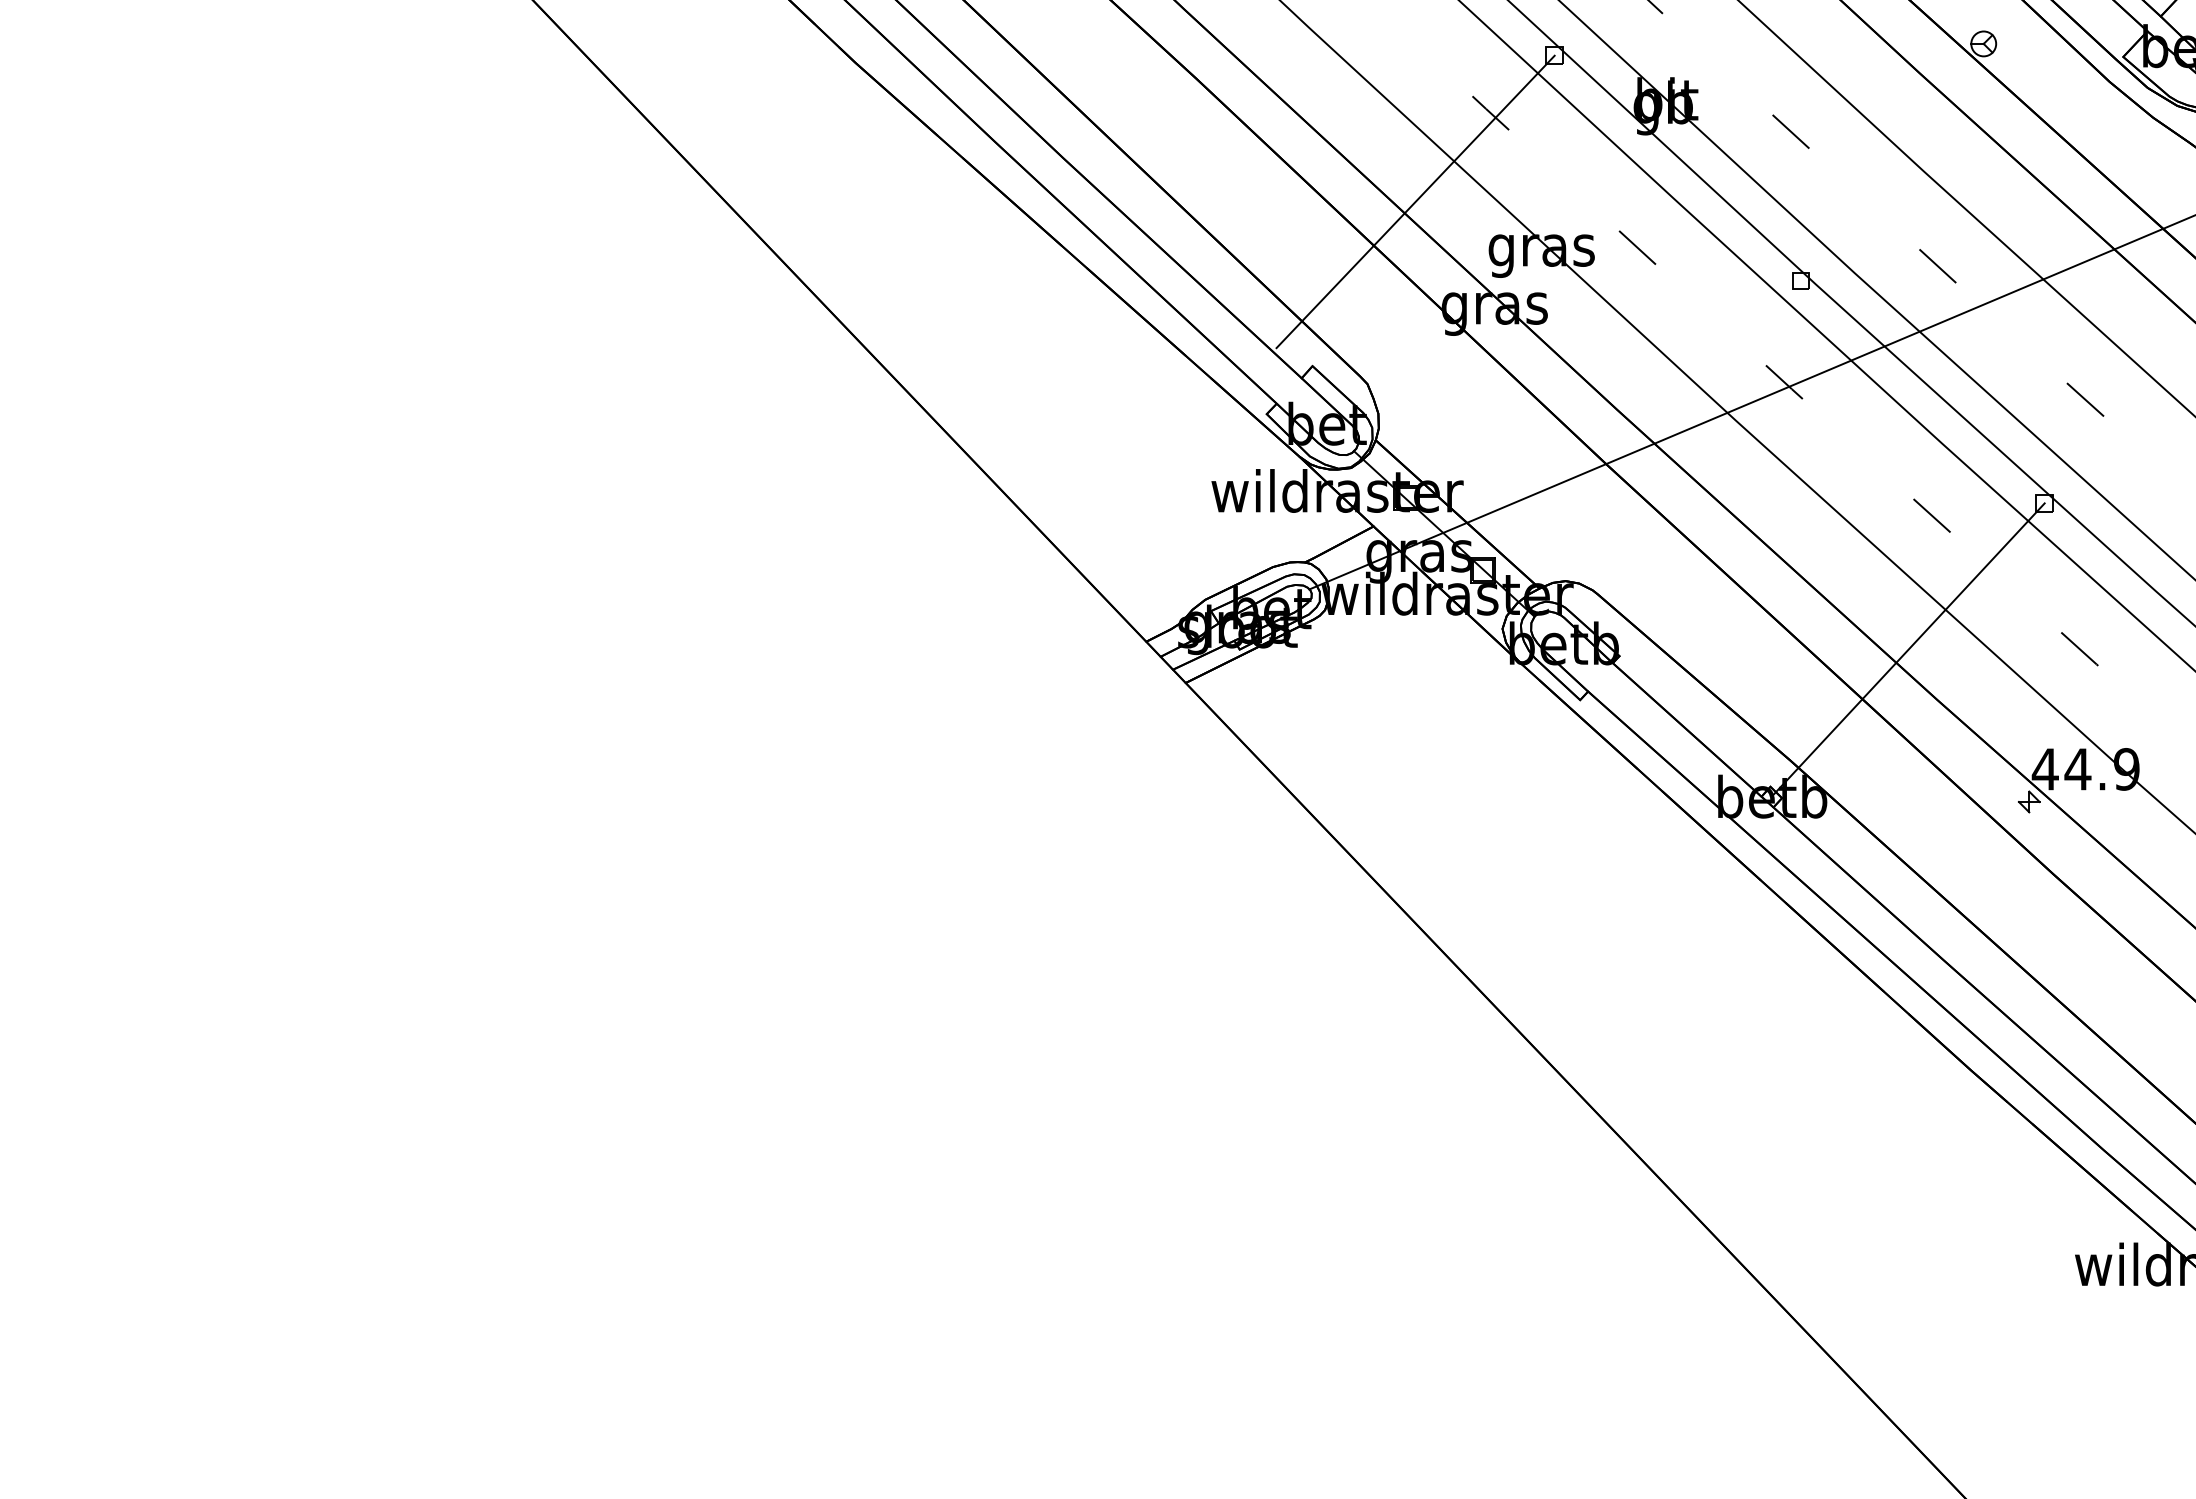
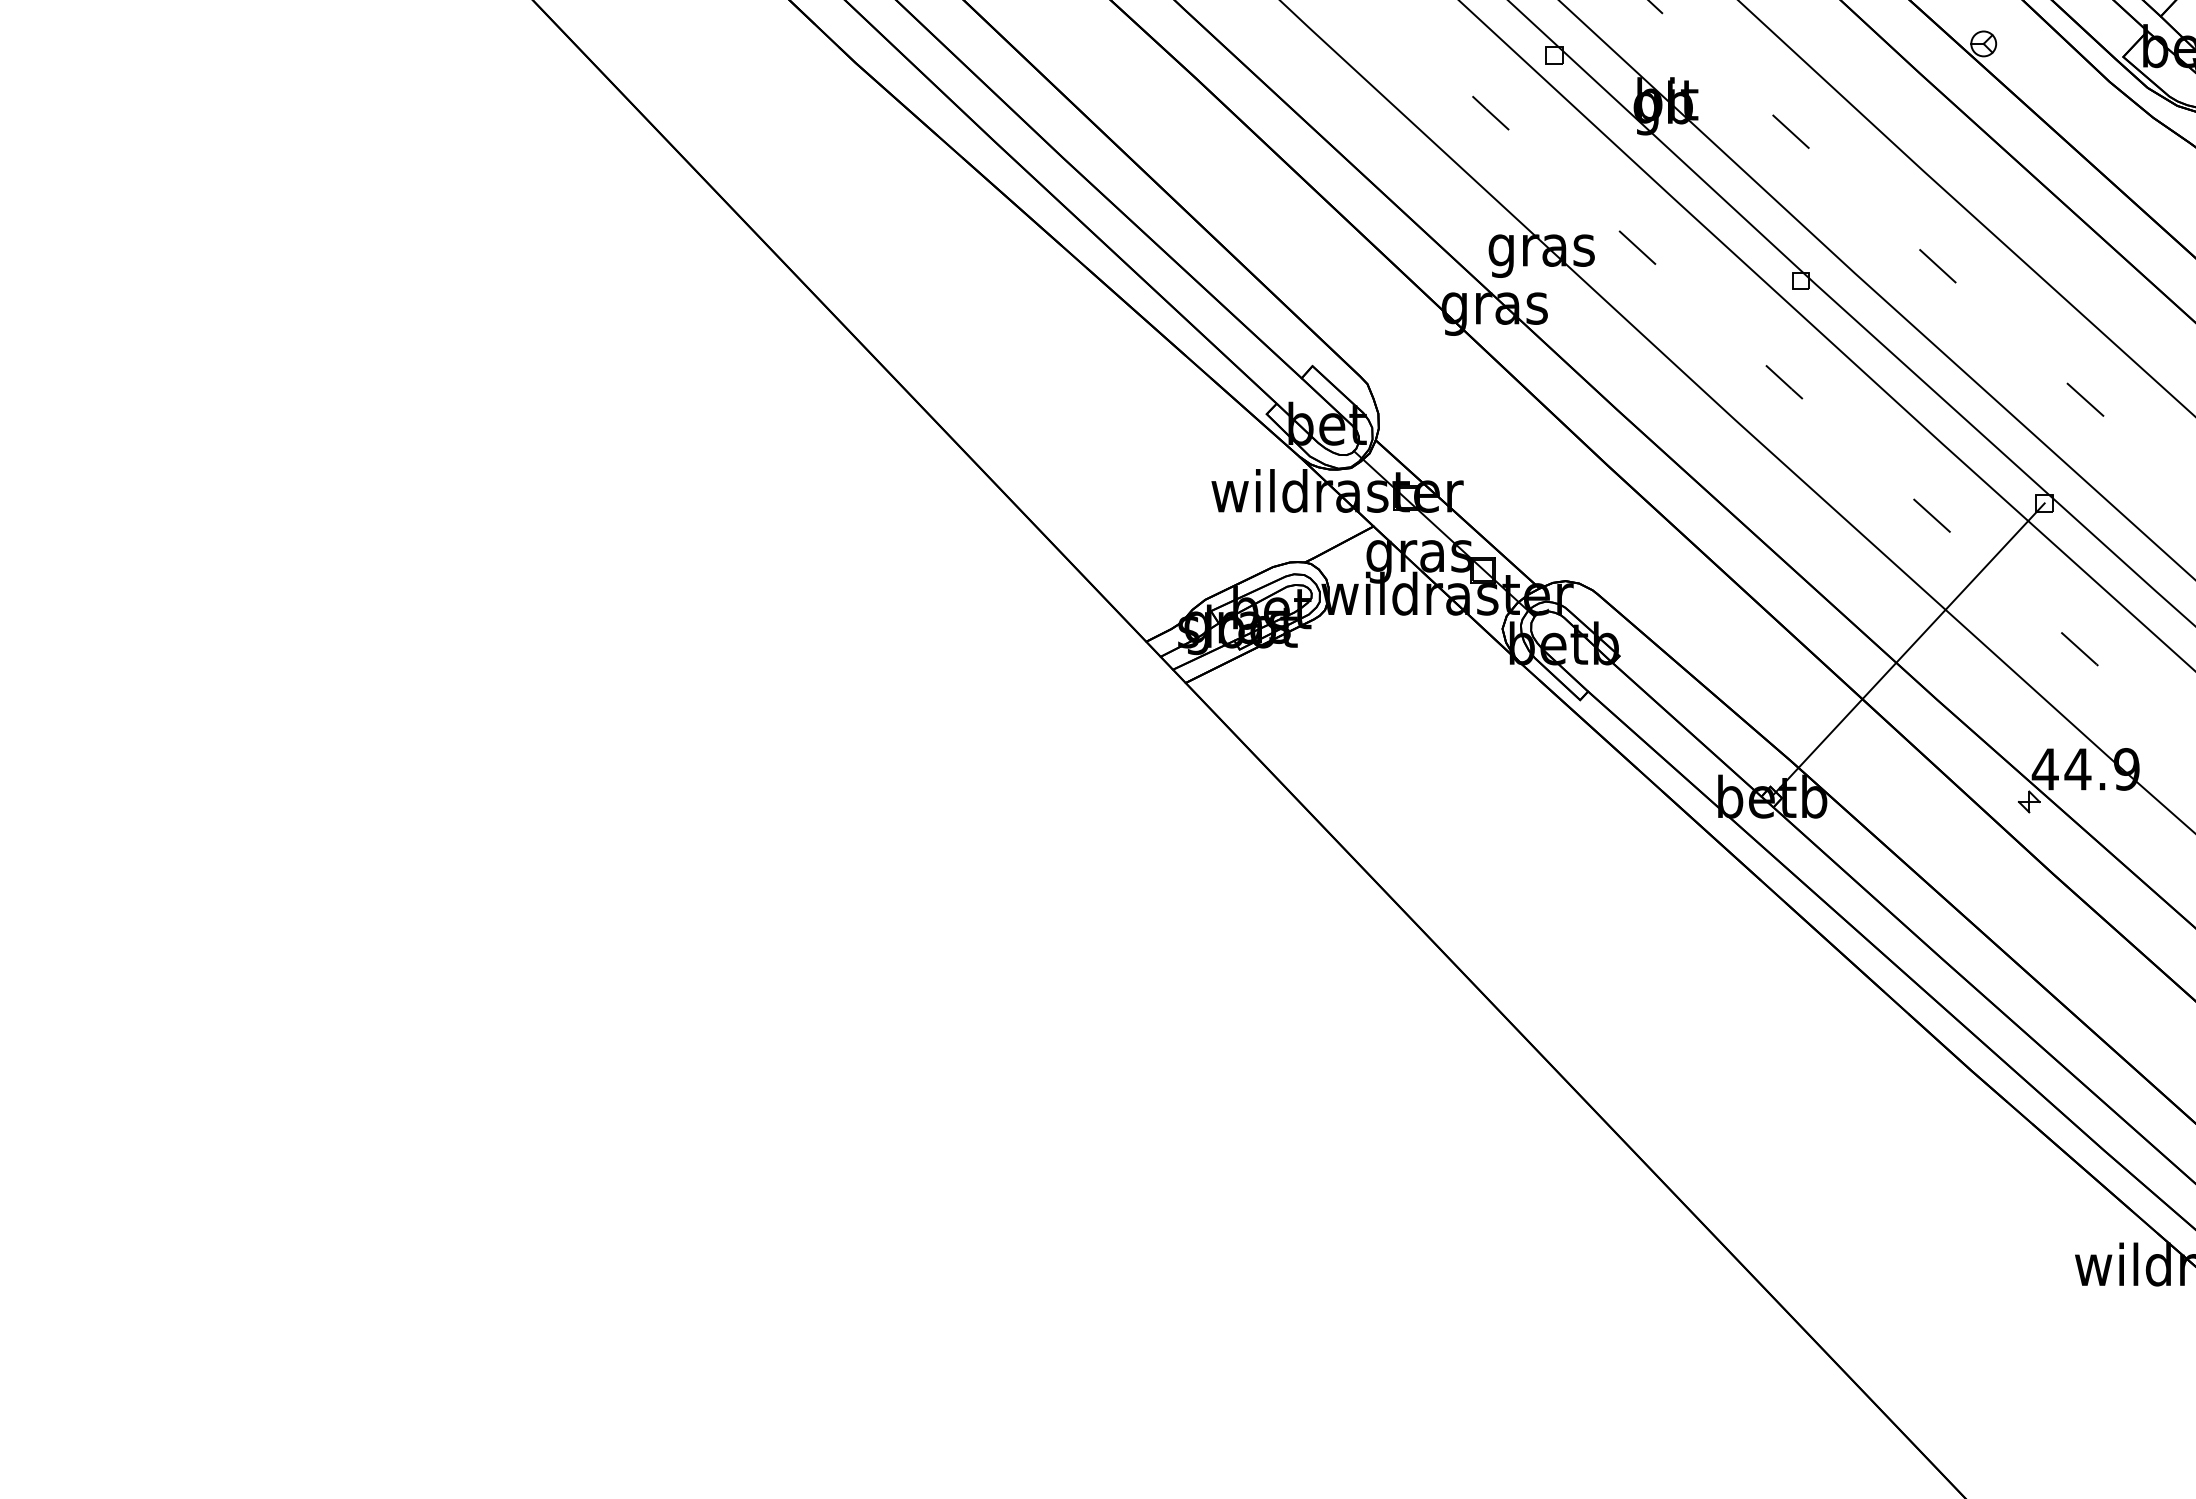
line at (1415, 201): present -> none
line at (1750, 402): present -> none
